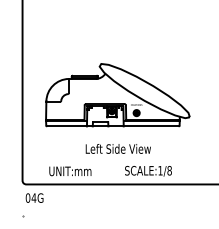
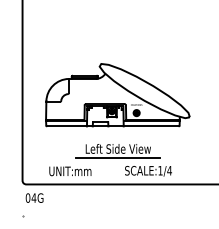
line at (117, 157): none -> present
text at (169, 170): SCALE:1/8 -> SCALE:1/4
